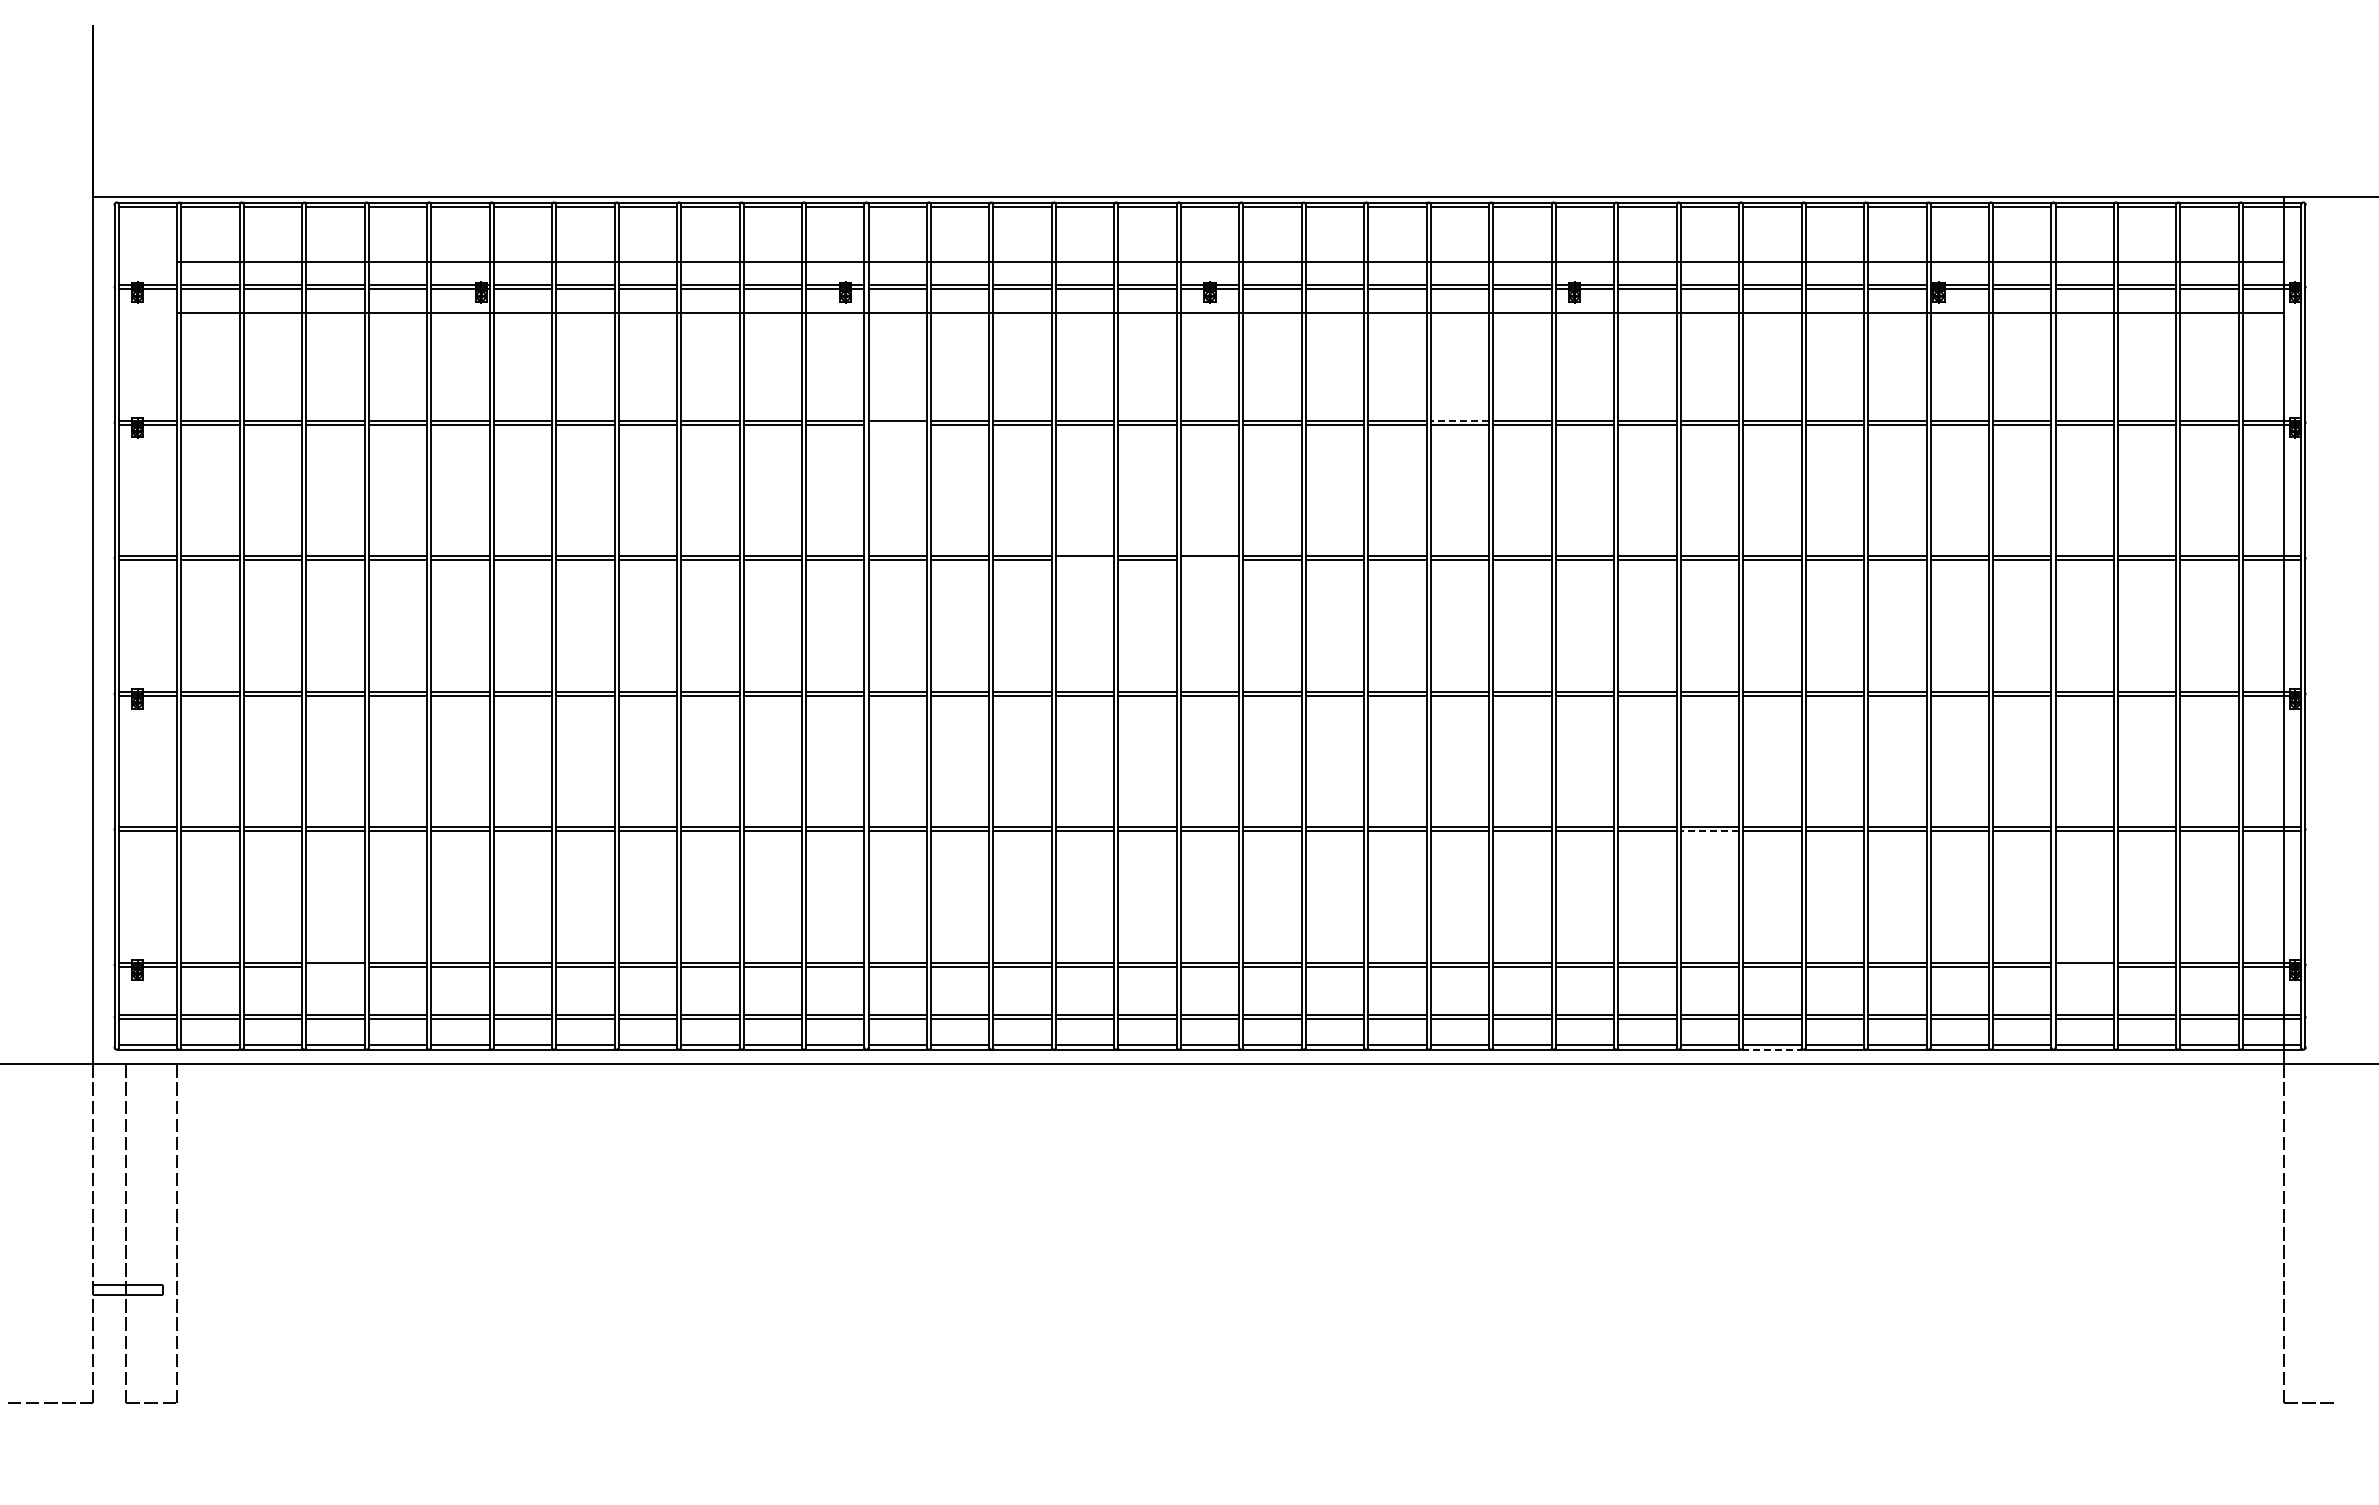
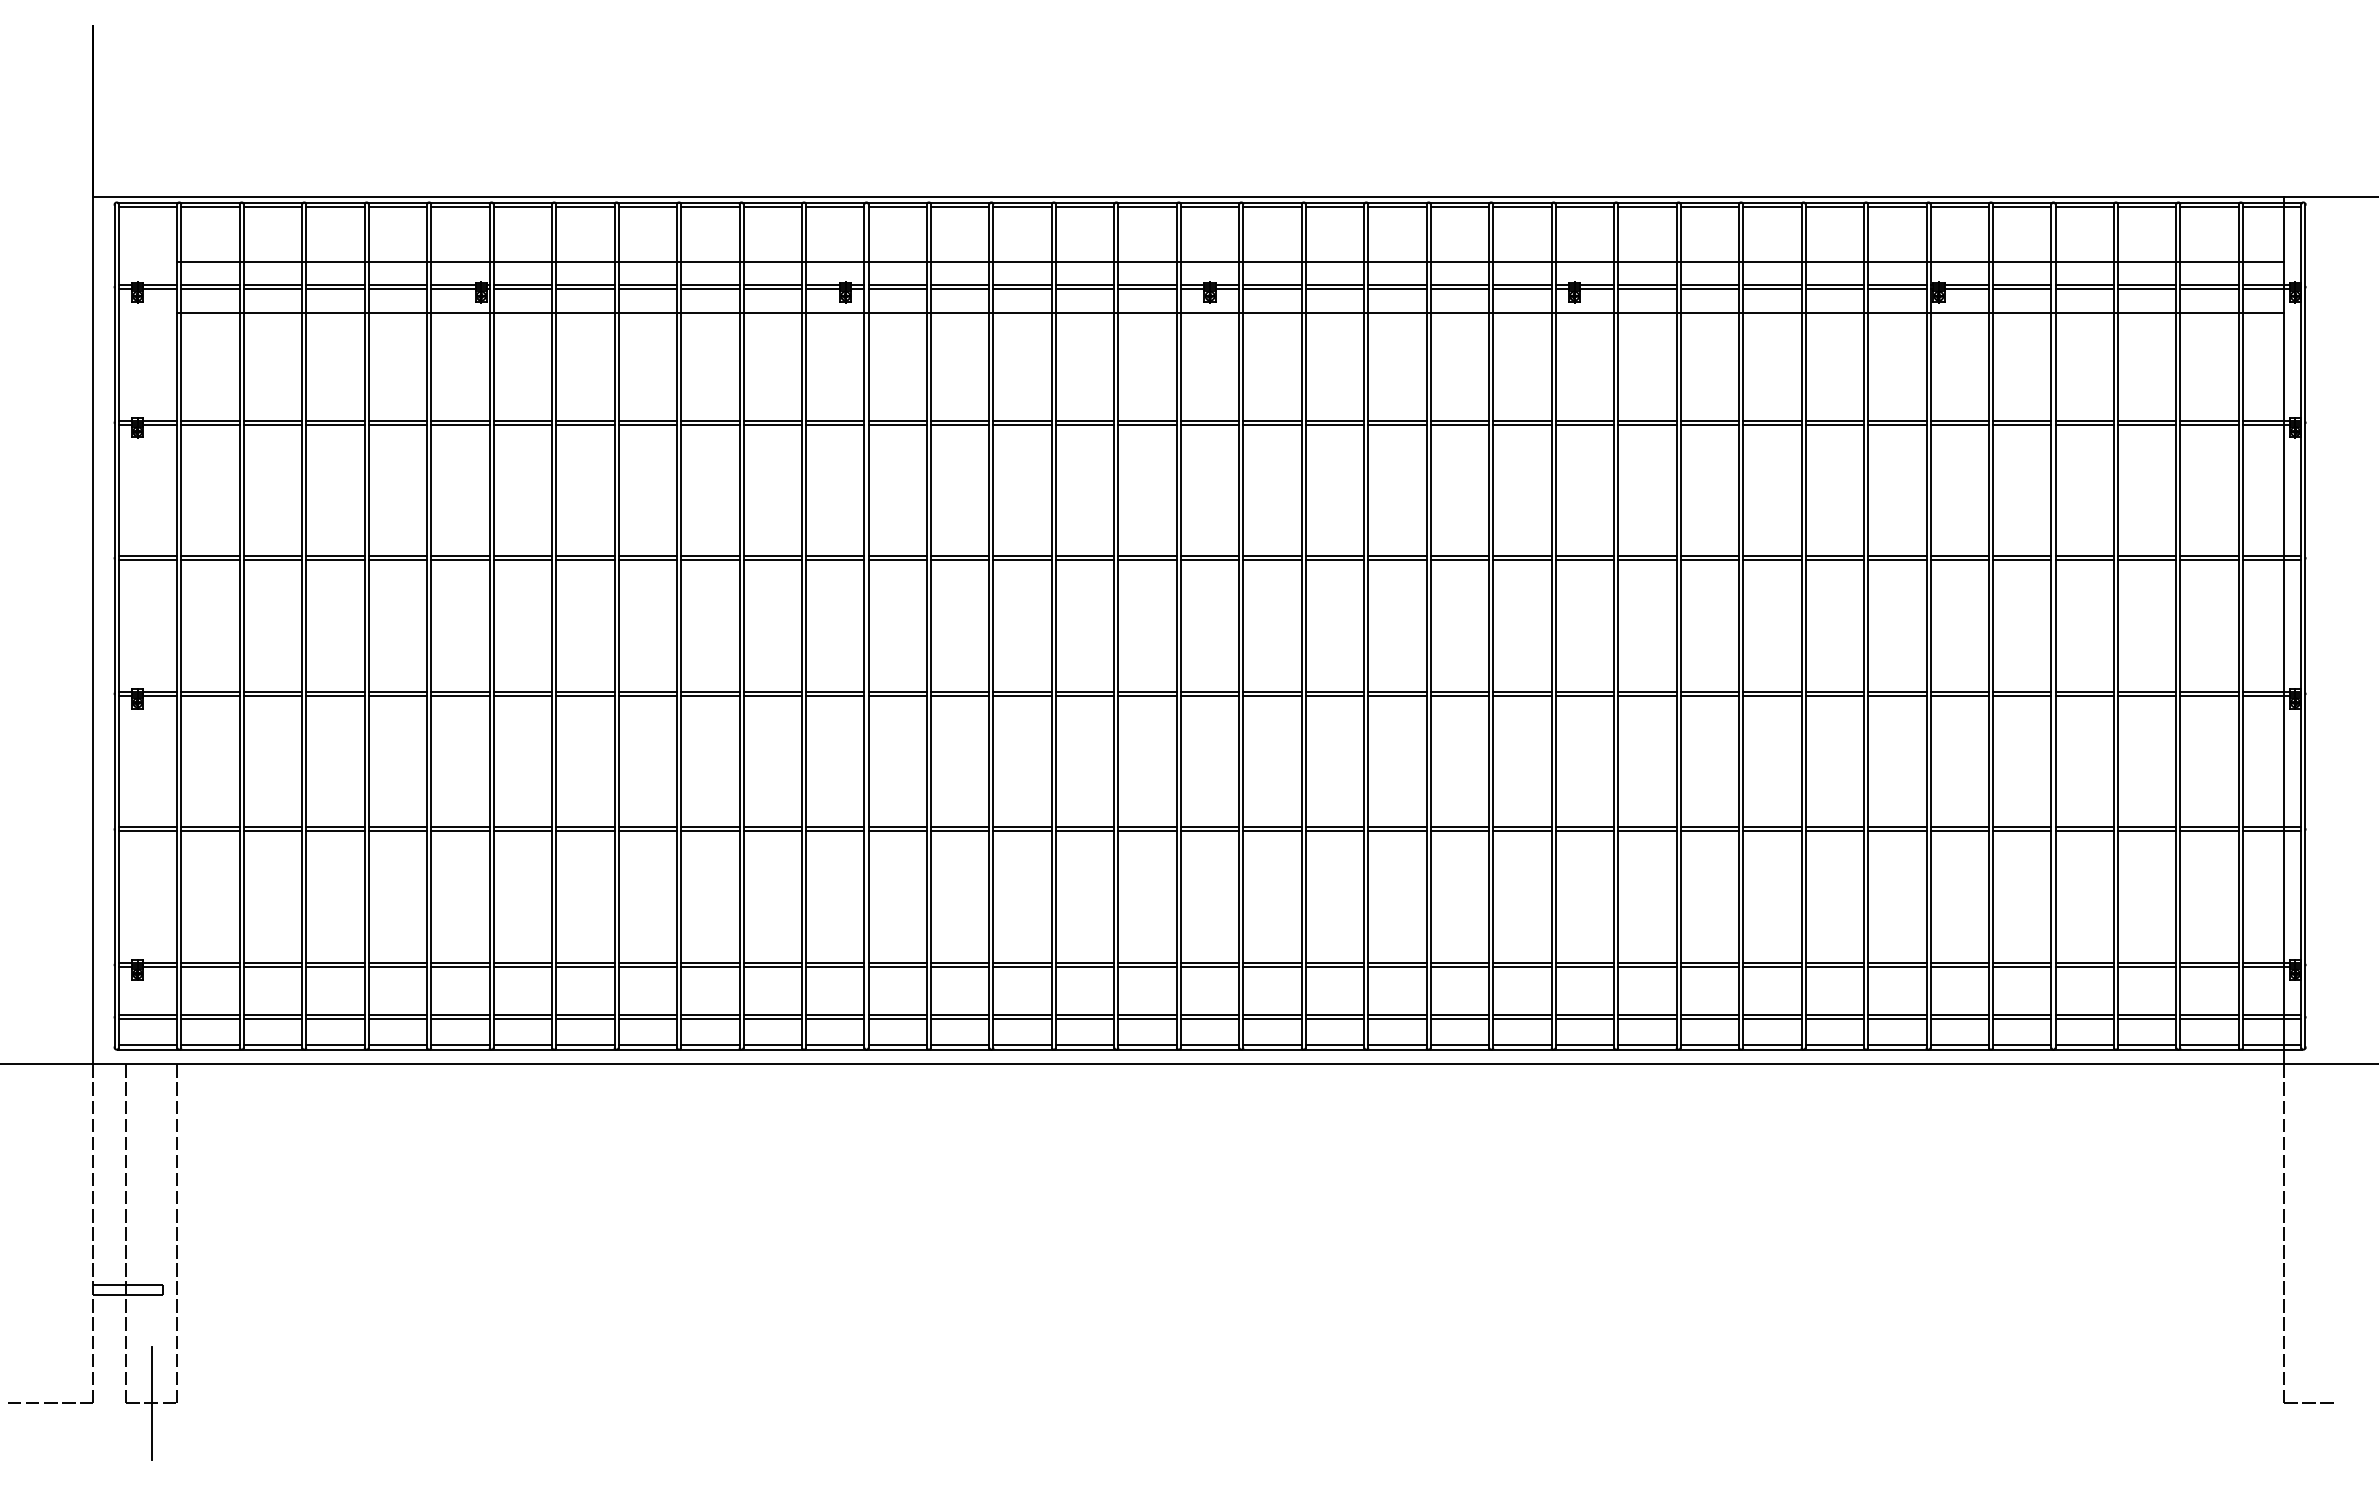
line at (1459, 420): dashed -> solid
line at (897, 424): none -> present
line at (1084, 560): none -> present
line at (1209, 560): none -> present
line at (1709, 831): dashed -> solid
line at (335, 967): none -> present
line at (2084, 967): none -> present
line at (1772, 1049): dashed -> solid
line at (151, 1402): none -> present
